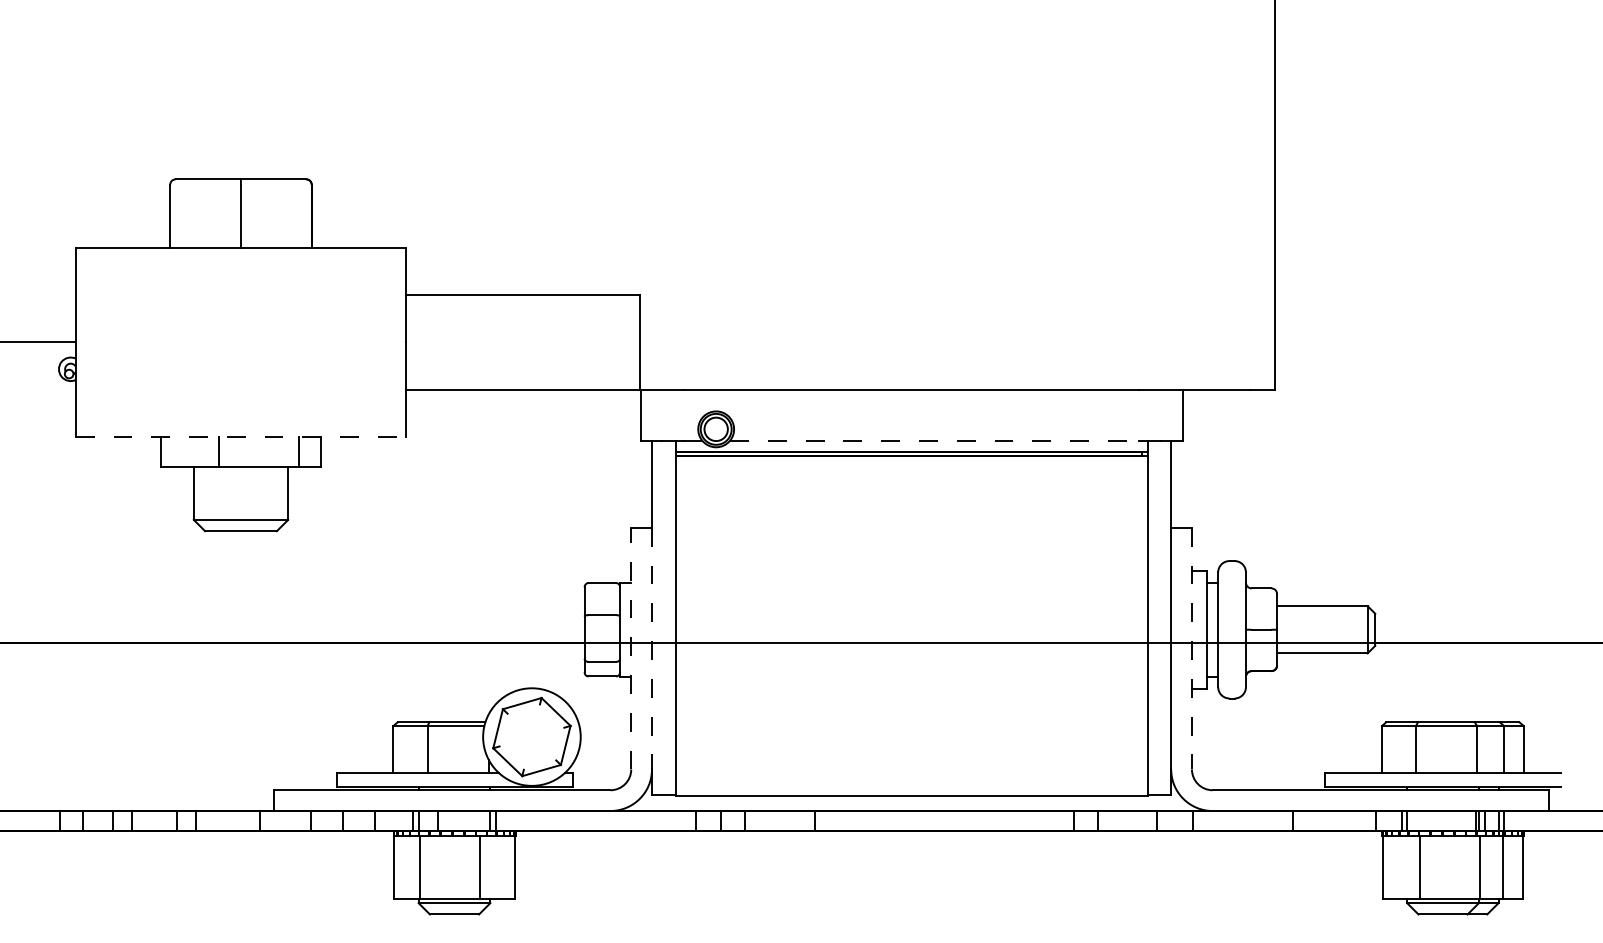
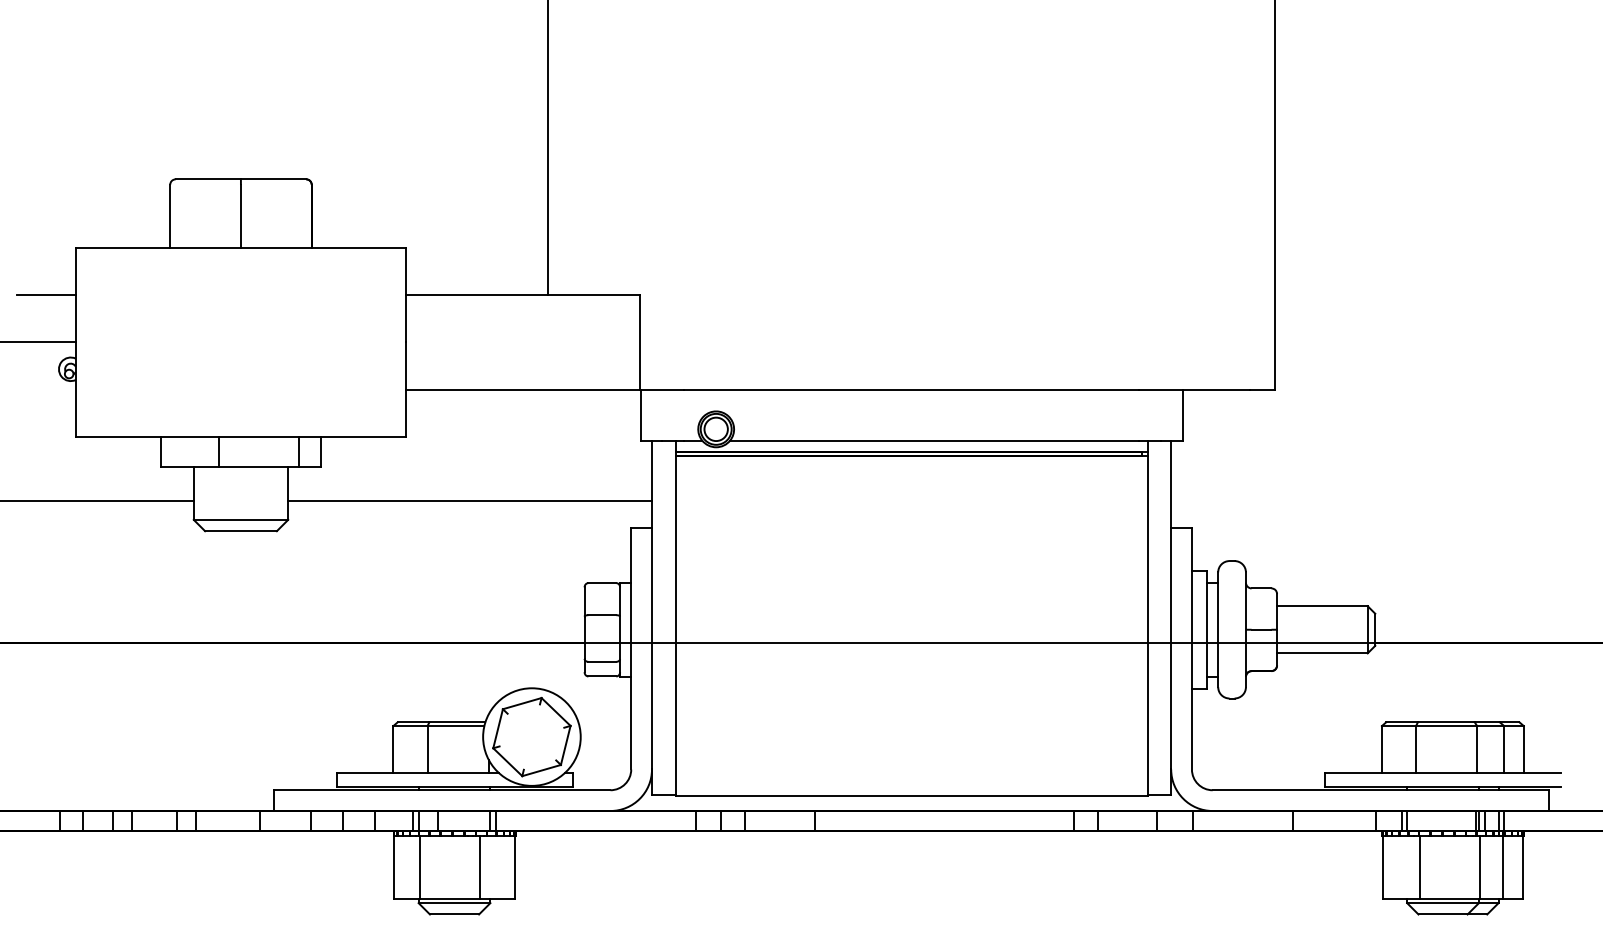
line at (547, 148): none -> present
line at (45, 295): none -> present
line at (241, 436): dashed -> solid
line at (934, 440): dashed -> solid
line at (97, 501): none -> present
line at (470, 501): none -> present
line at (631, 648): dashed -> solid
line at (652, 648): dashed -> solid
line at (1191, 648): dashed -> solid
